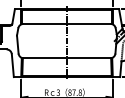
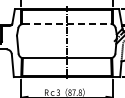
line at (67, 23): solid -> dashed
